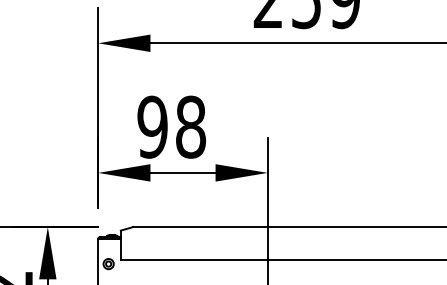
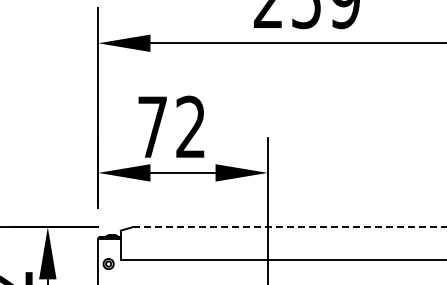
text at (171, 126): 98 -> 72
line at (289, 227): solid -> dashed
